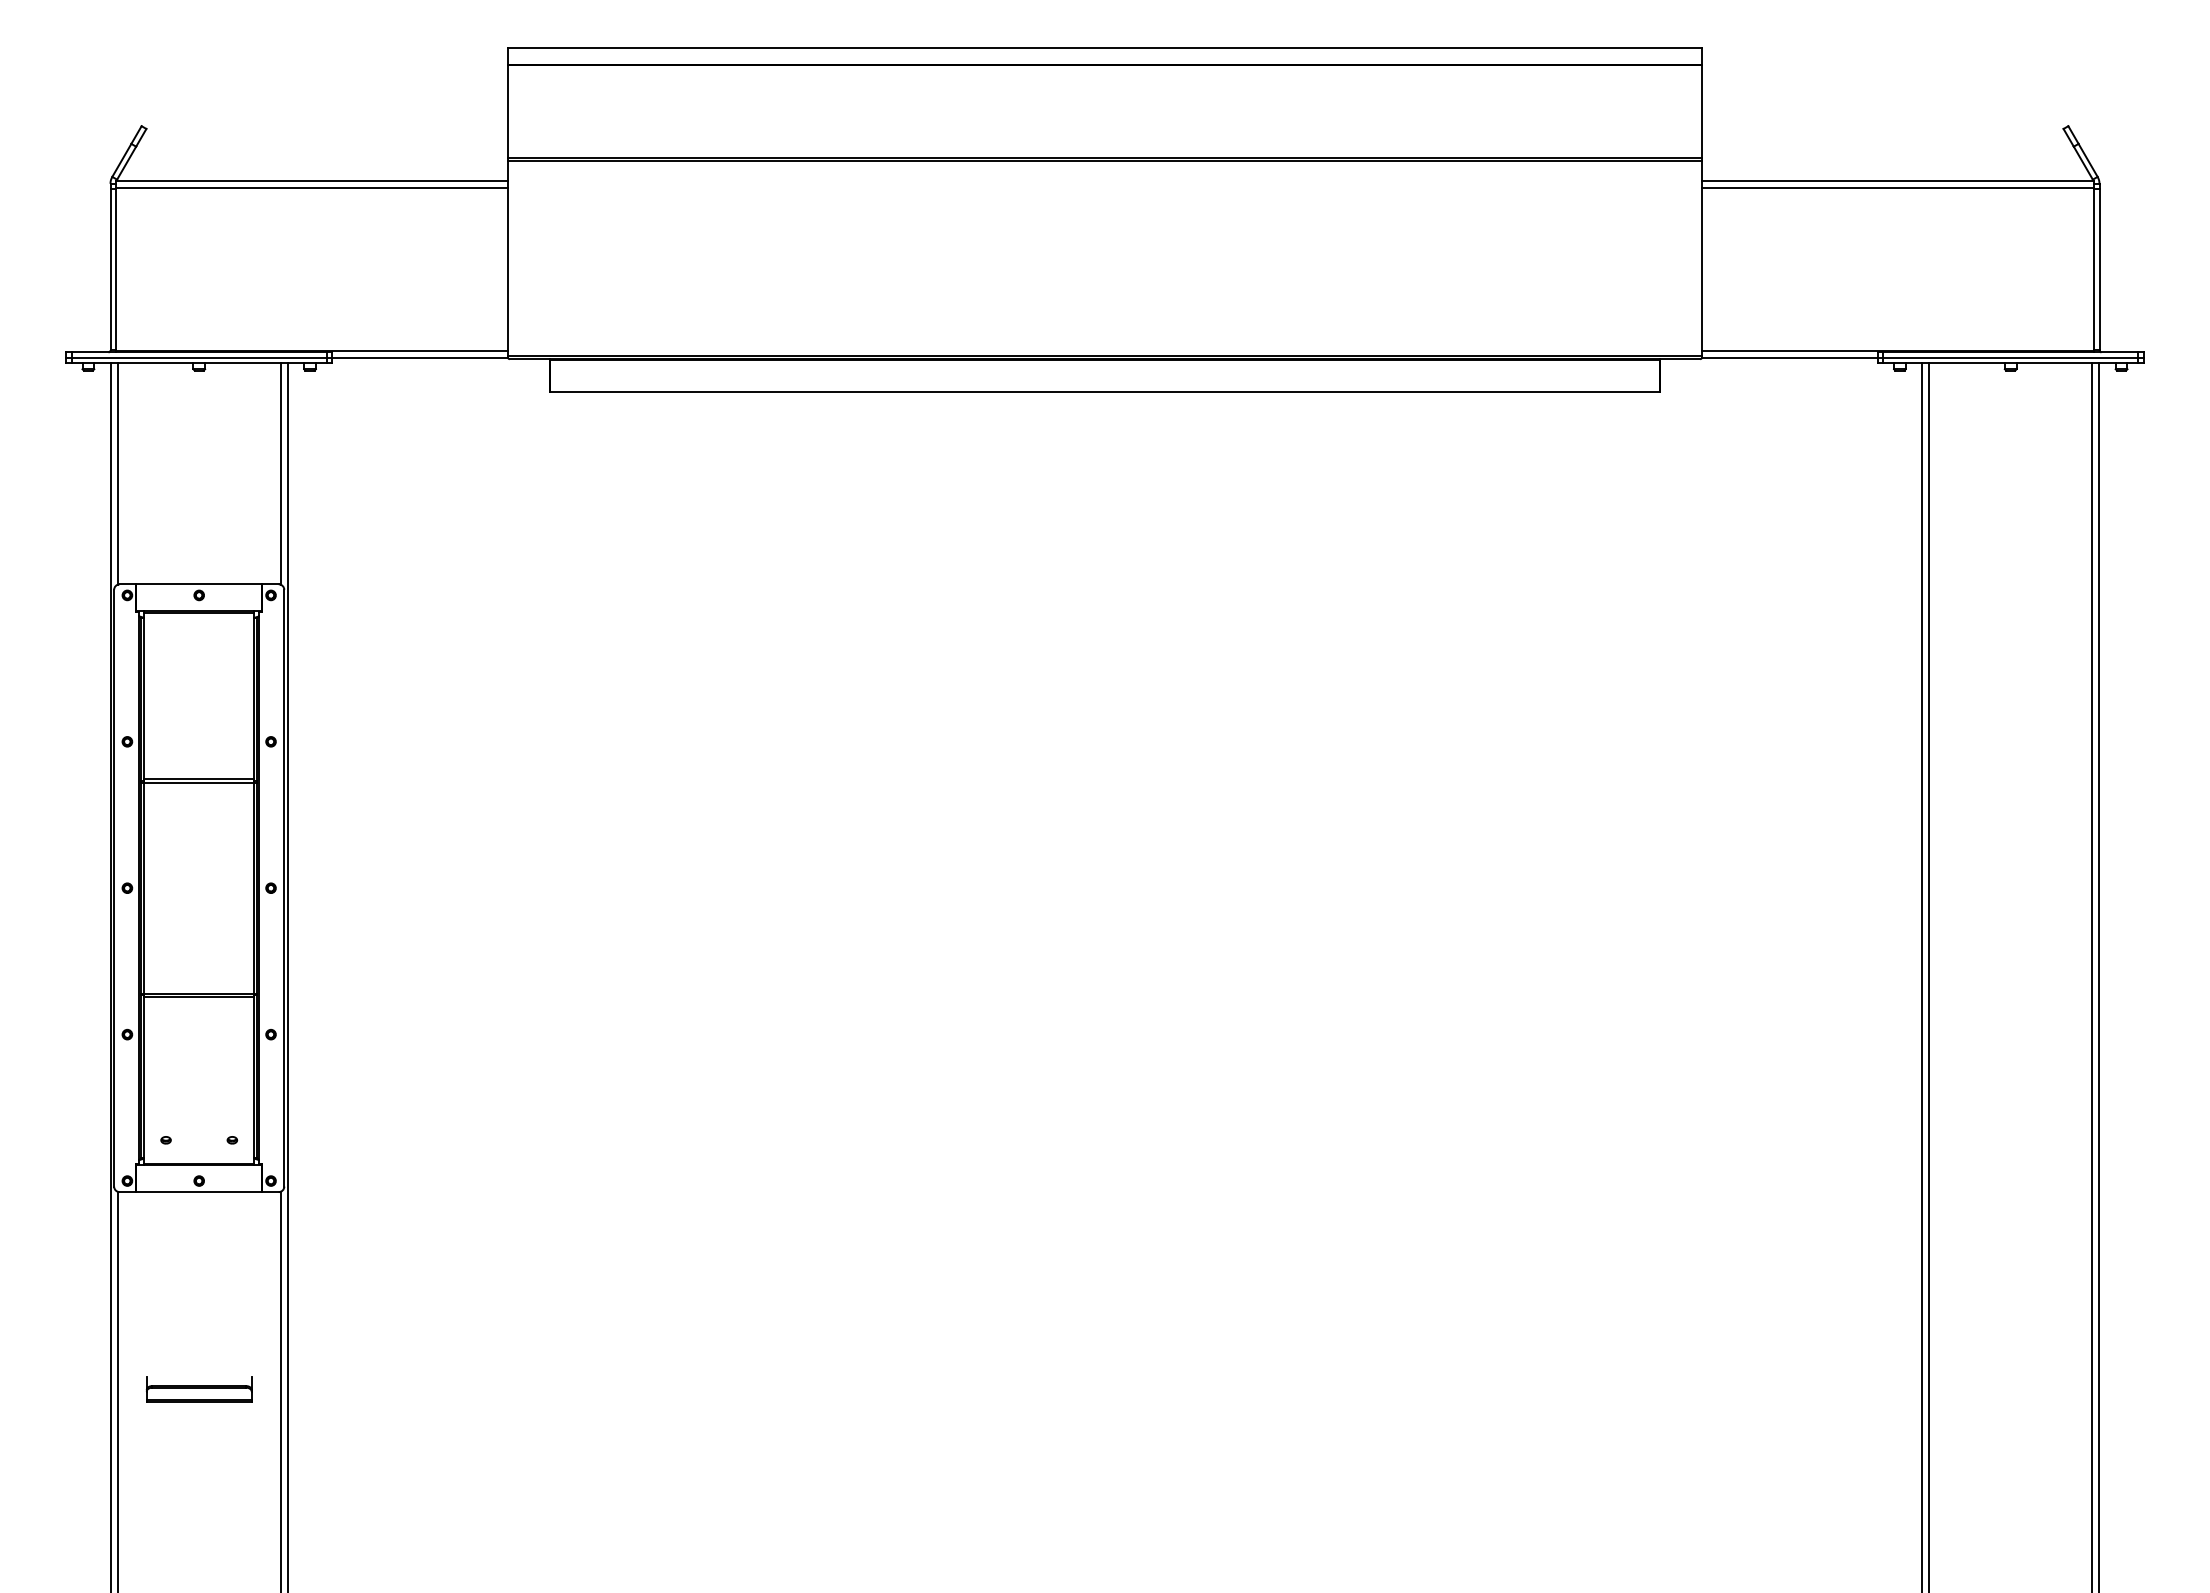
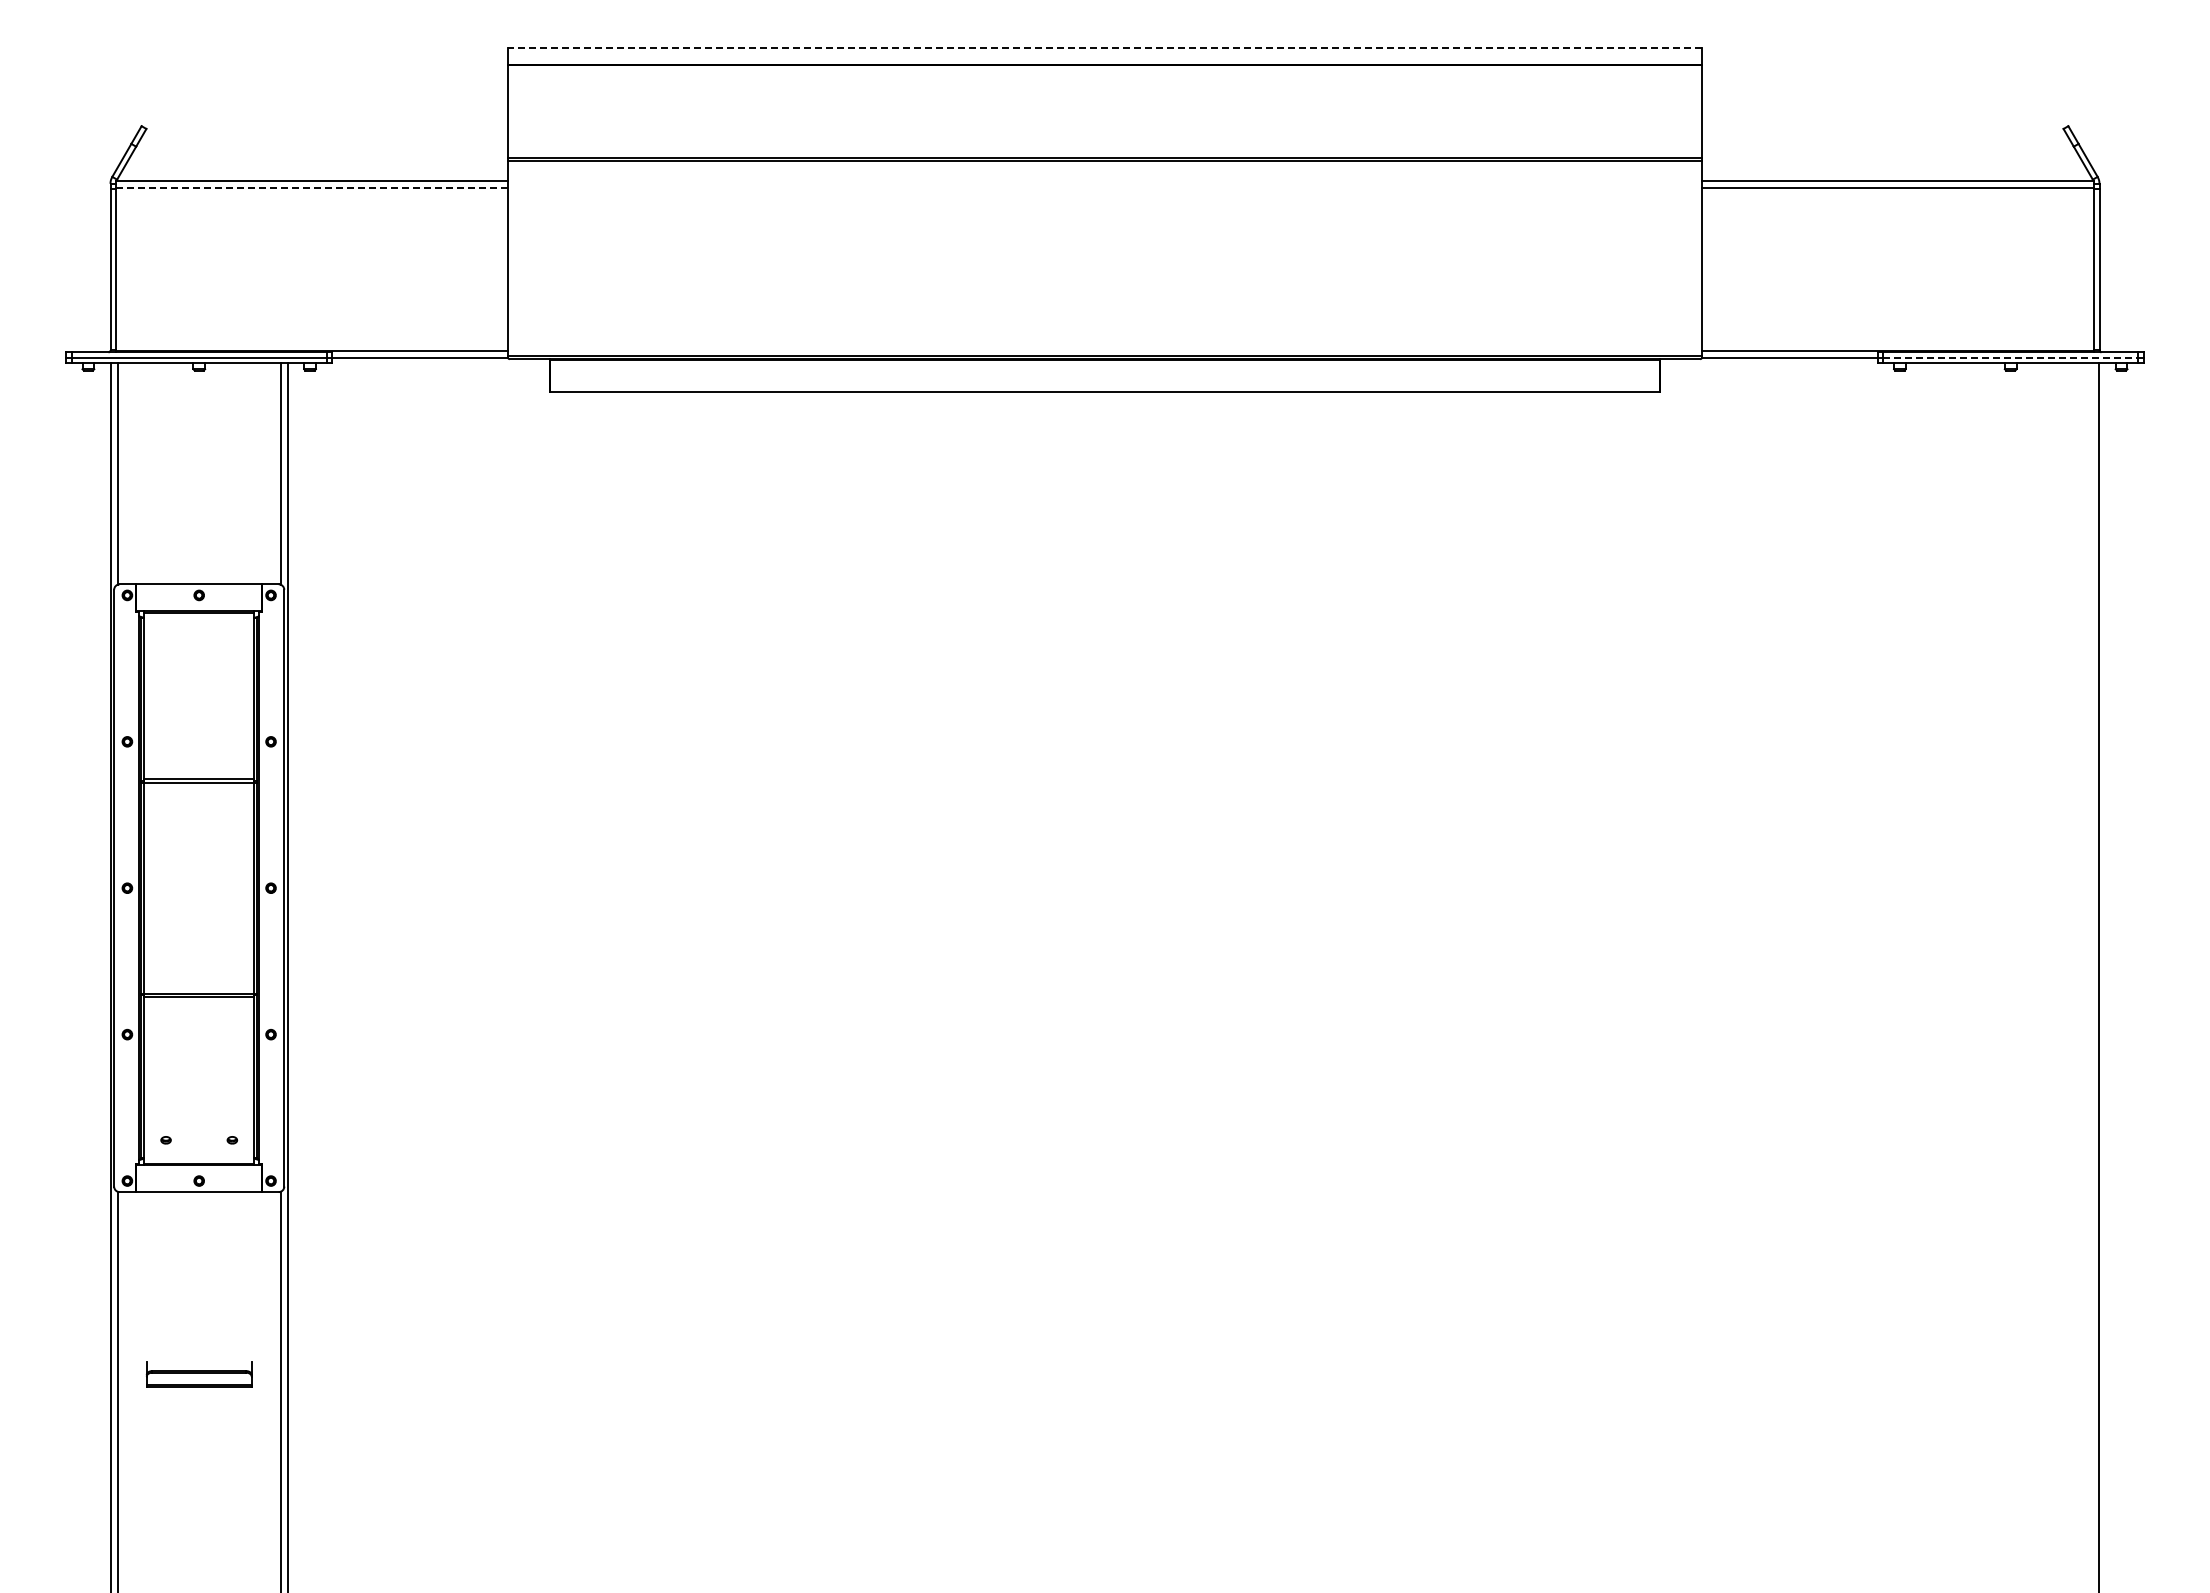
line at (1105, 47): solid -> dashed
line at (312, 187): solid -> dashed
line at (2011, 357): solid -> dashed
line at (1922, 976): present -> none
line at (1929, 976): present -> none
line at (2092, 976): present -> none
part at (198, 1389) position: (198, 1389) -> (198, 1374)
